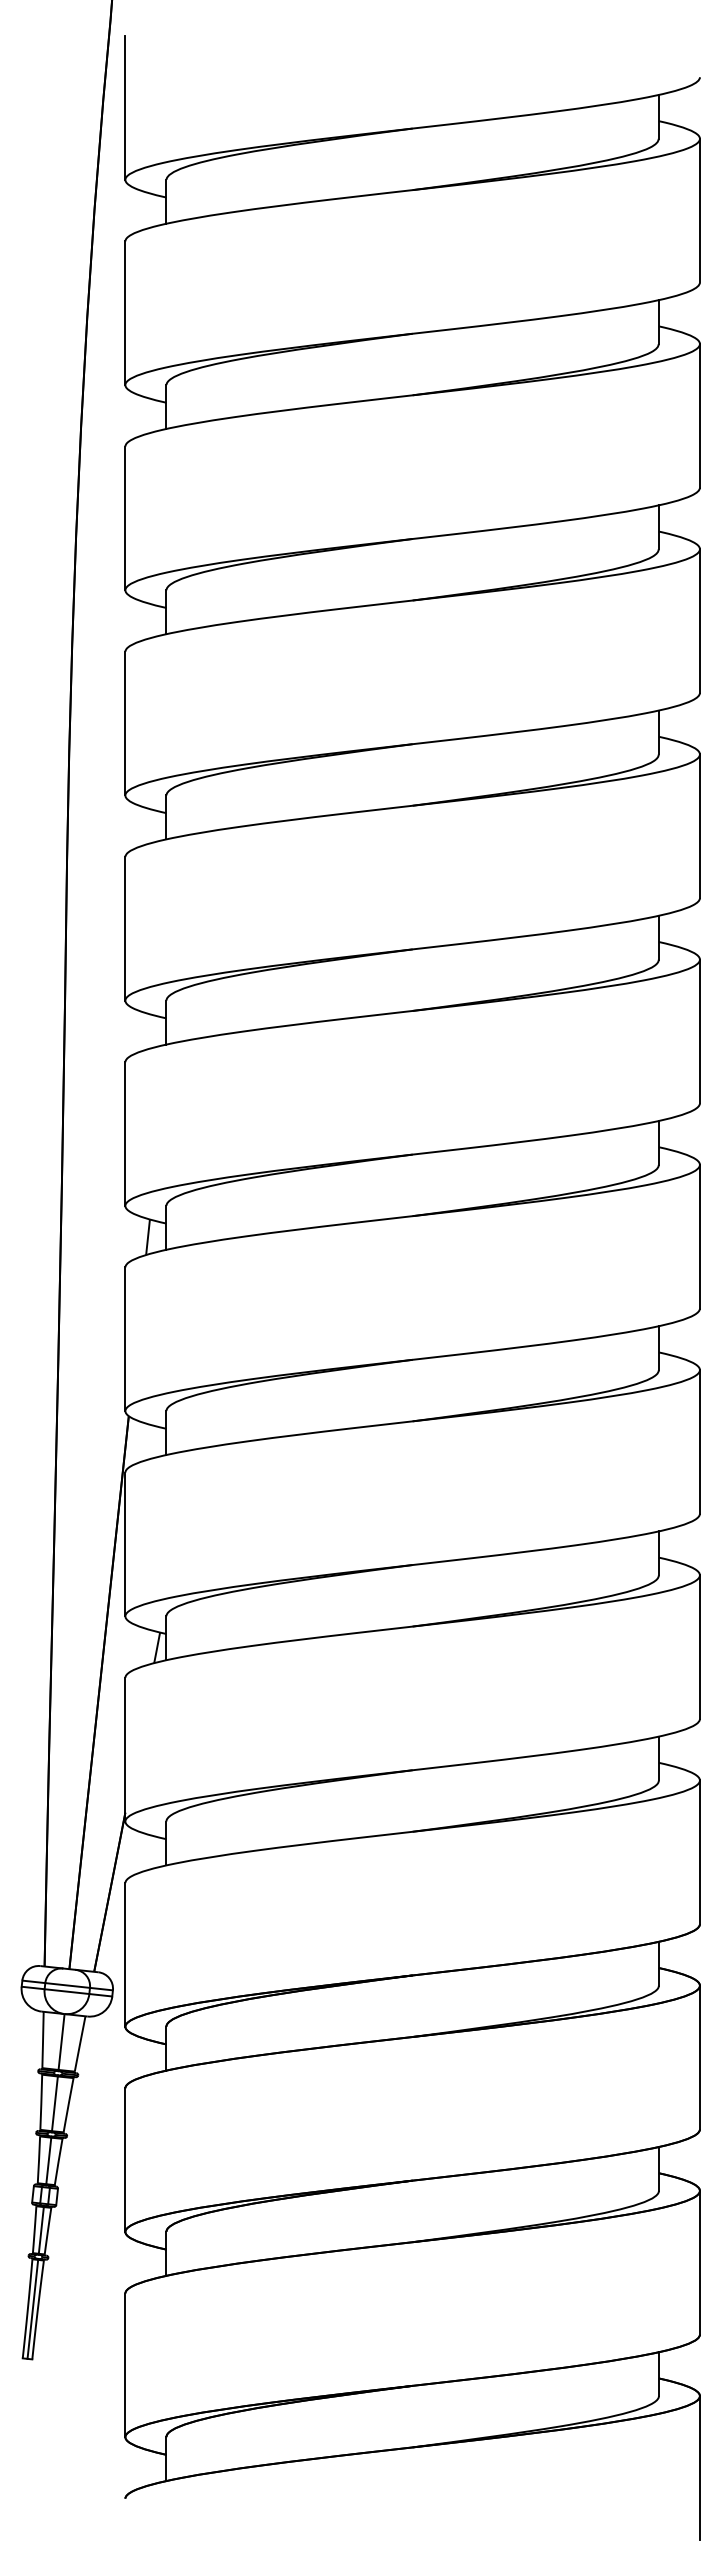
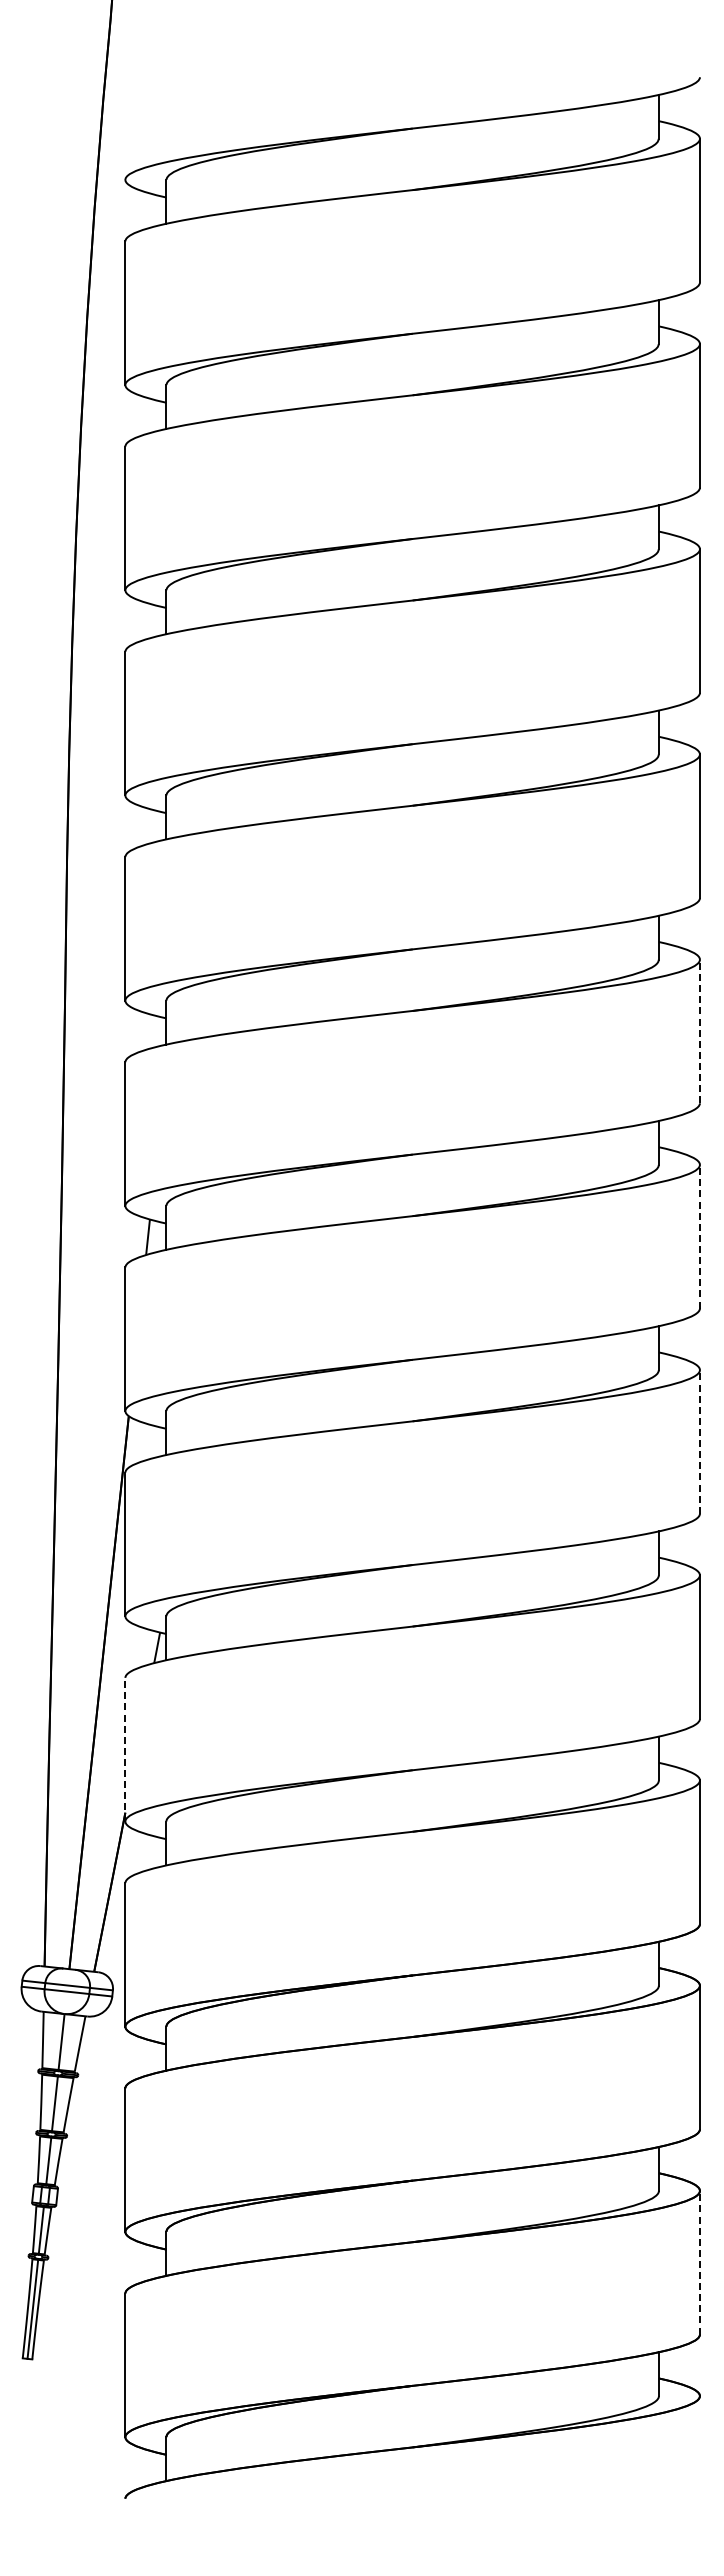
line at (125, 107): present -> none
line at (699, 1031): solid -> dashed
line at (699, 1236): solid -> dashed
line at (699, 1441): solid -> dashed
line at (125, 1749): solid -> dashed
line at (699, 2262): solid -> dashed
line at (699, 2467): present -> none
